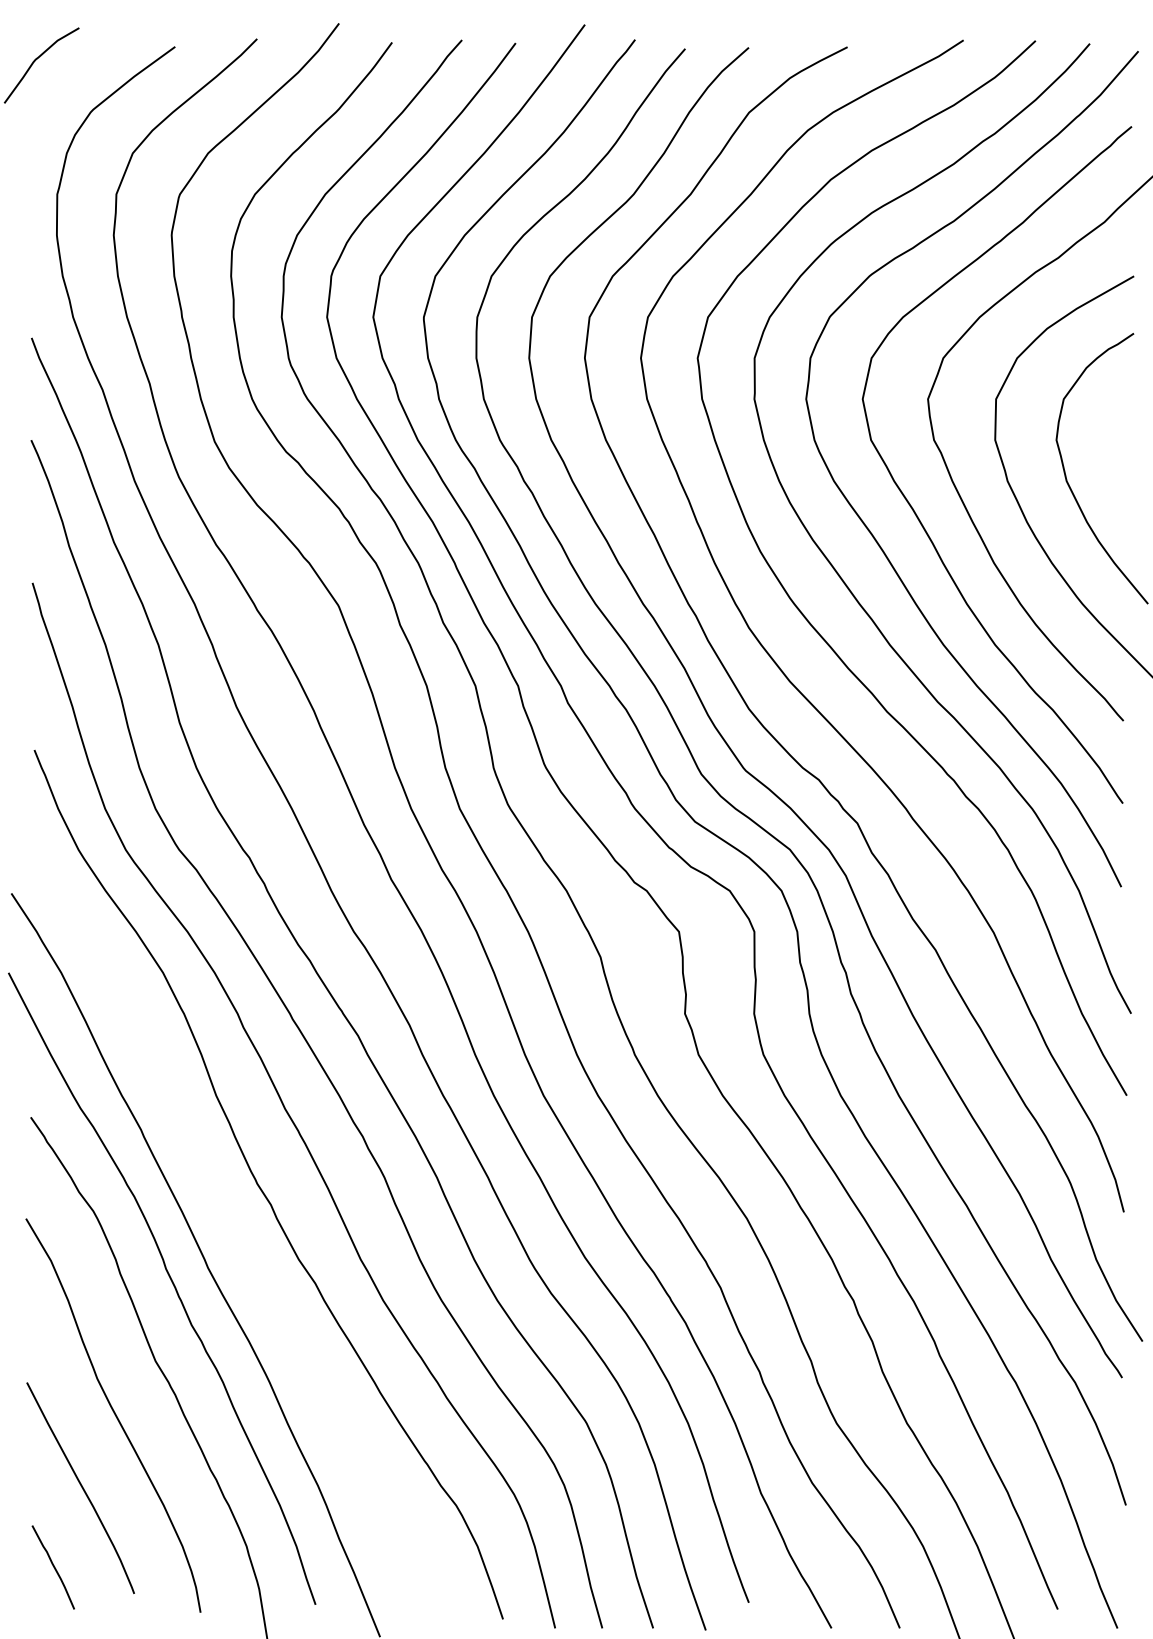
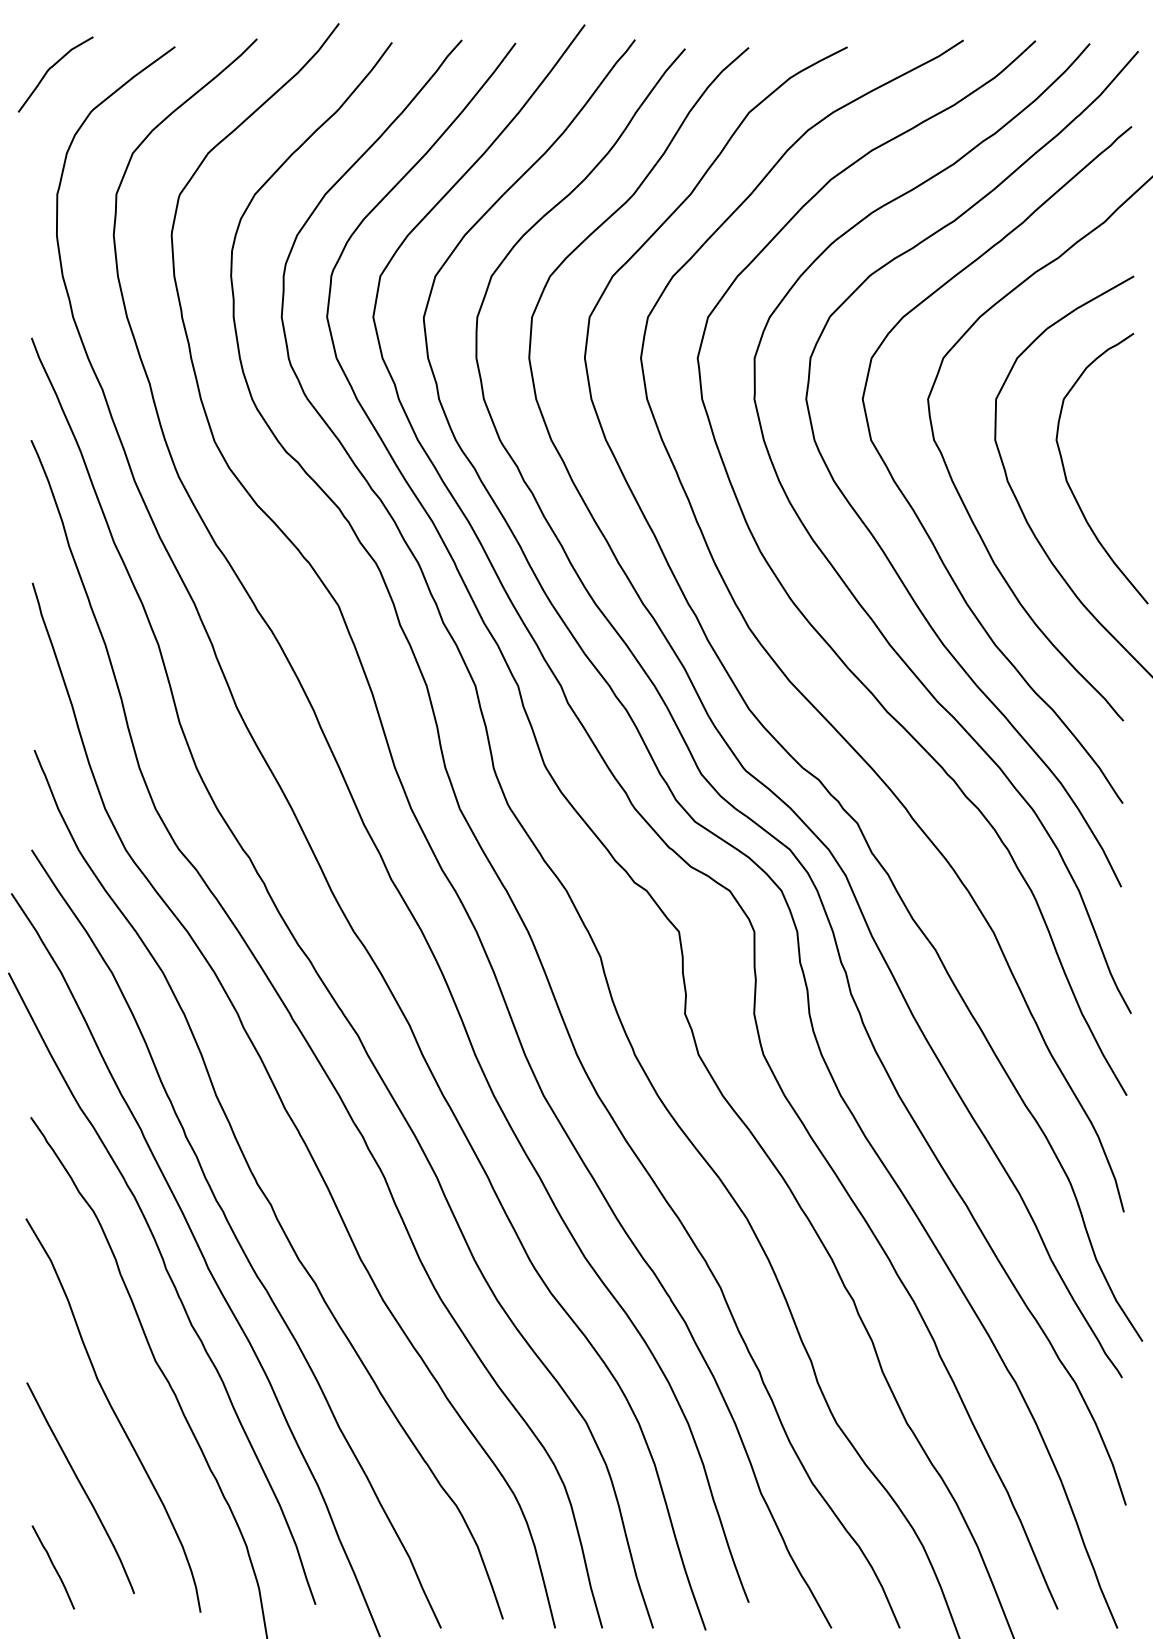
curve at (36, 60) position: (36, 60) -> (50, 69)
curve at (236, 1238): none -> present
